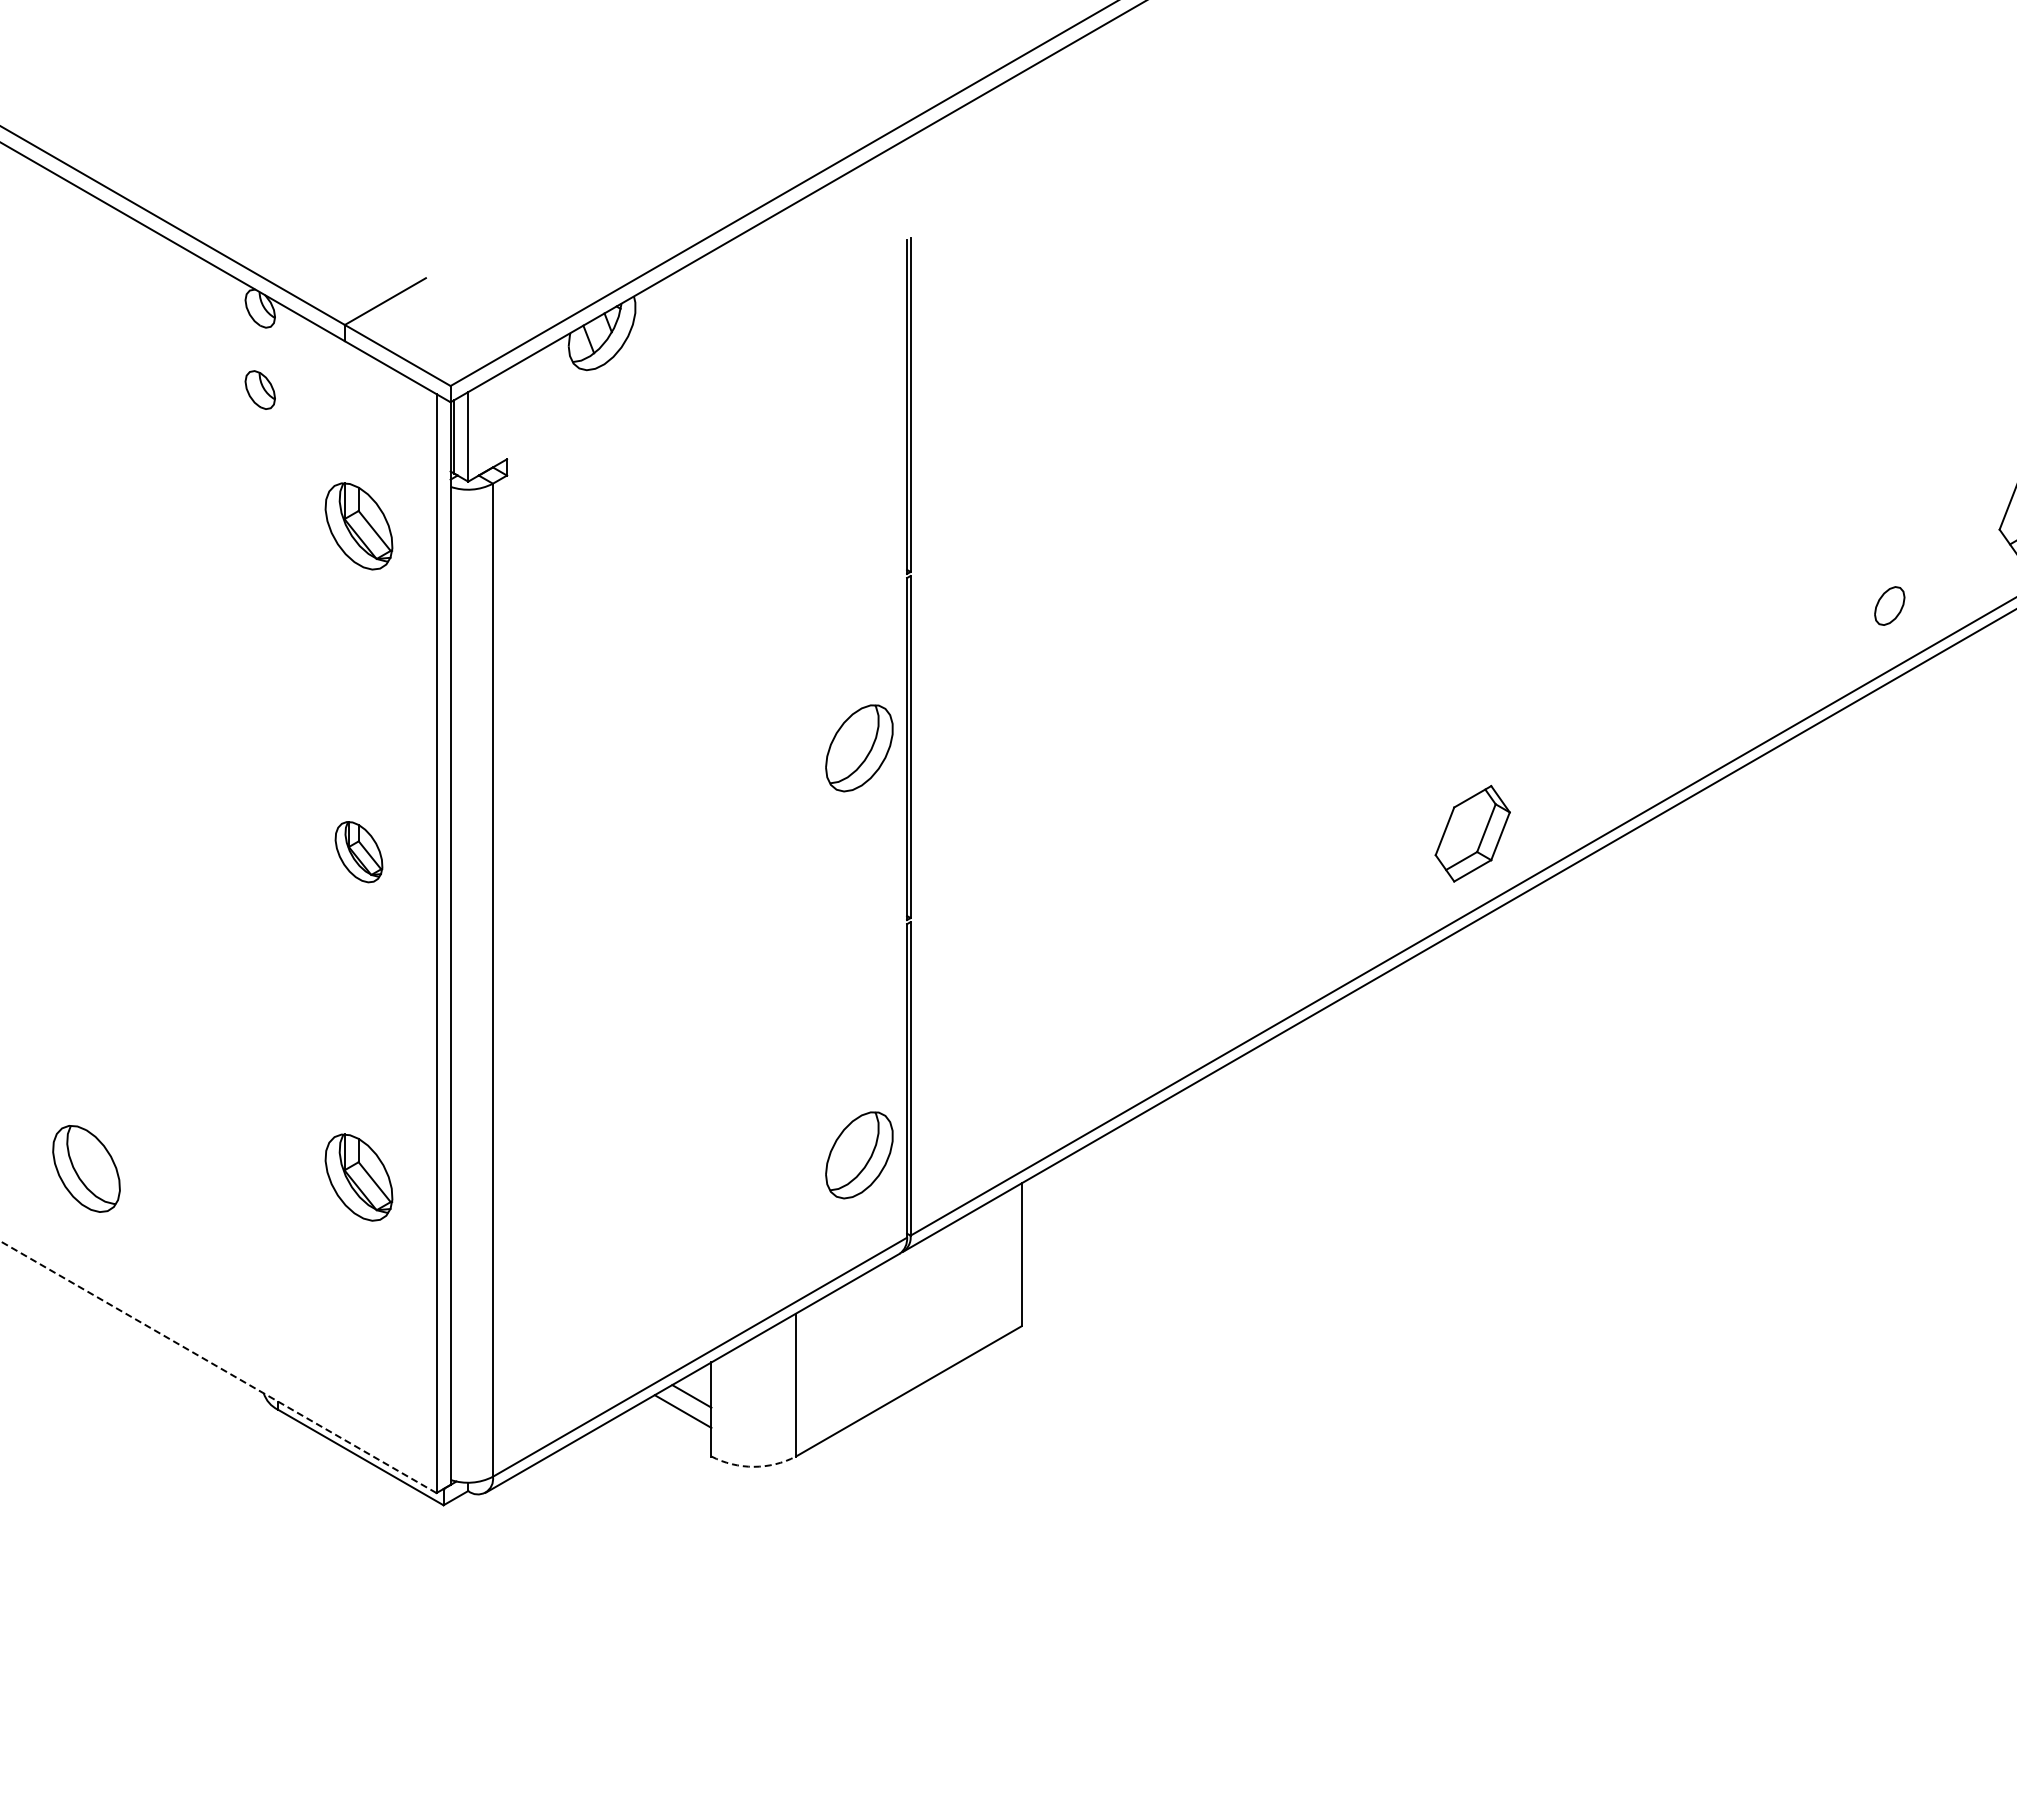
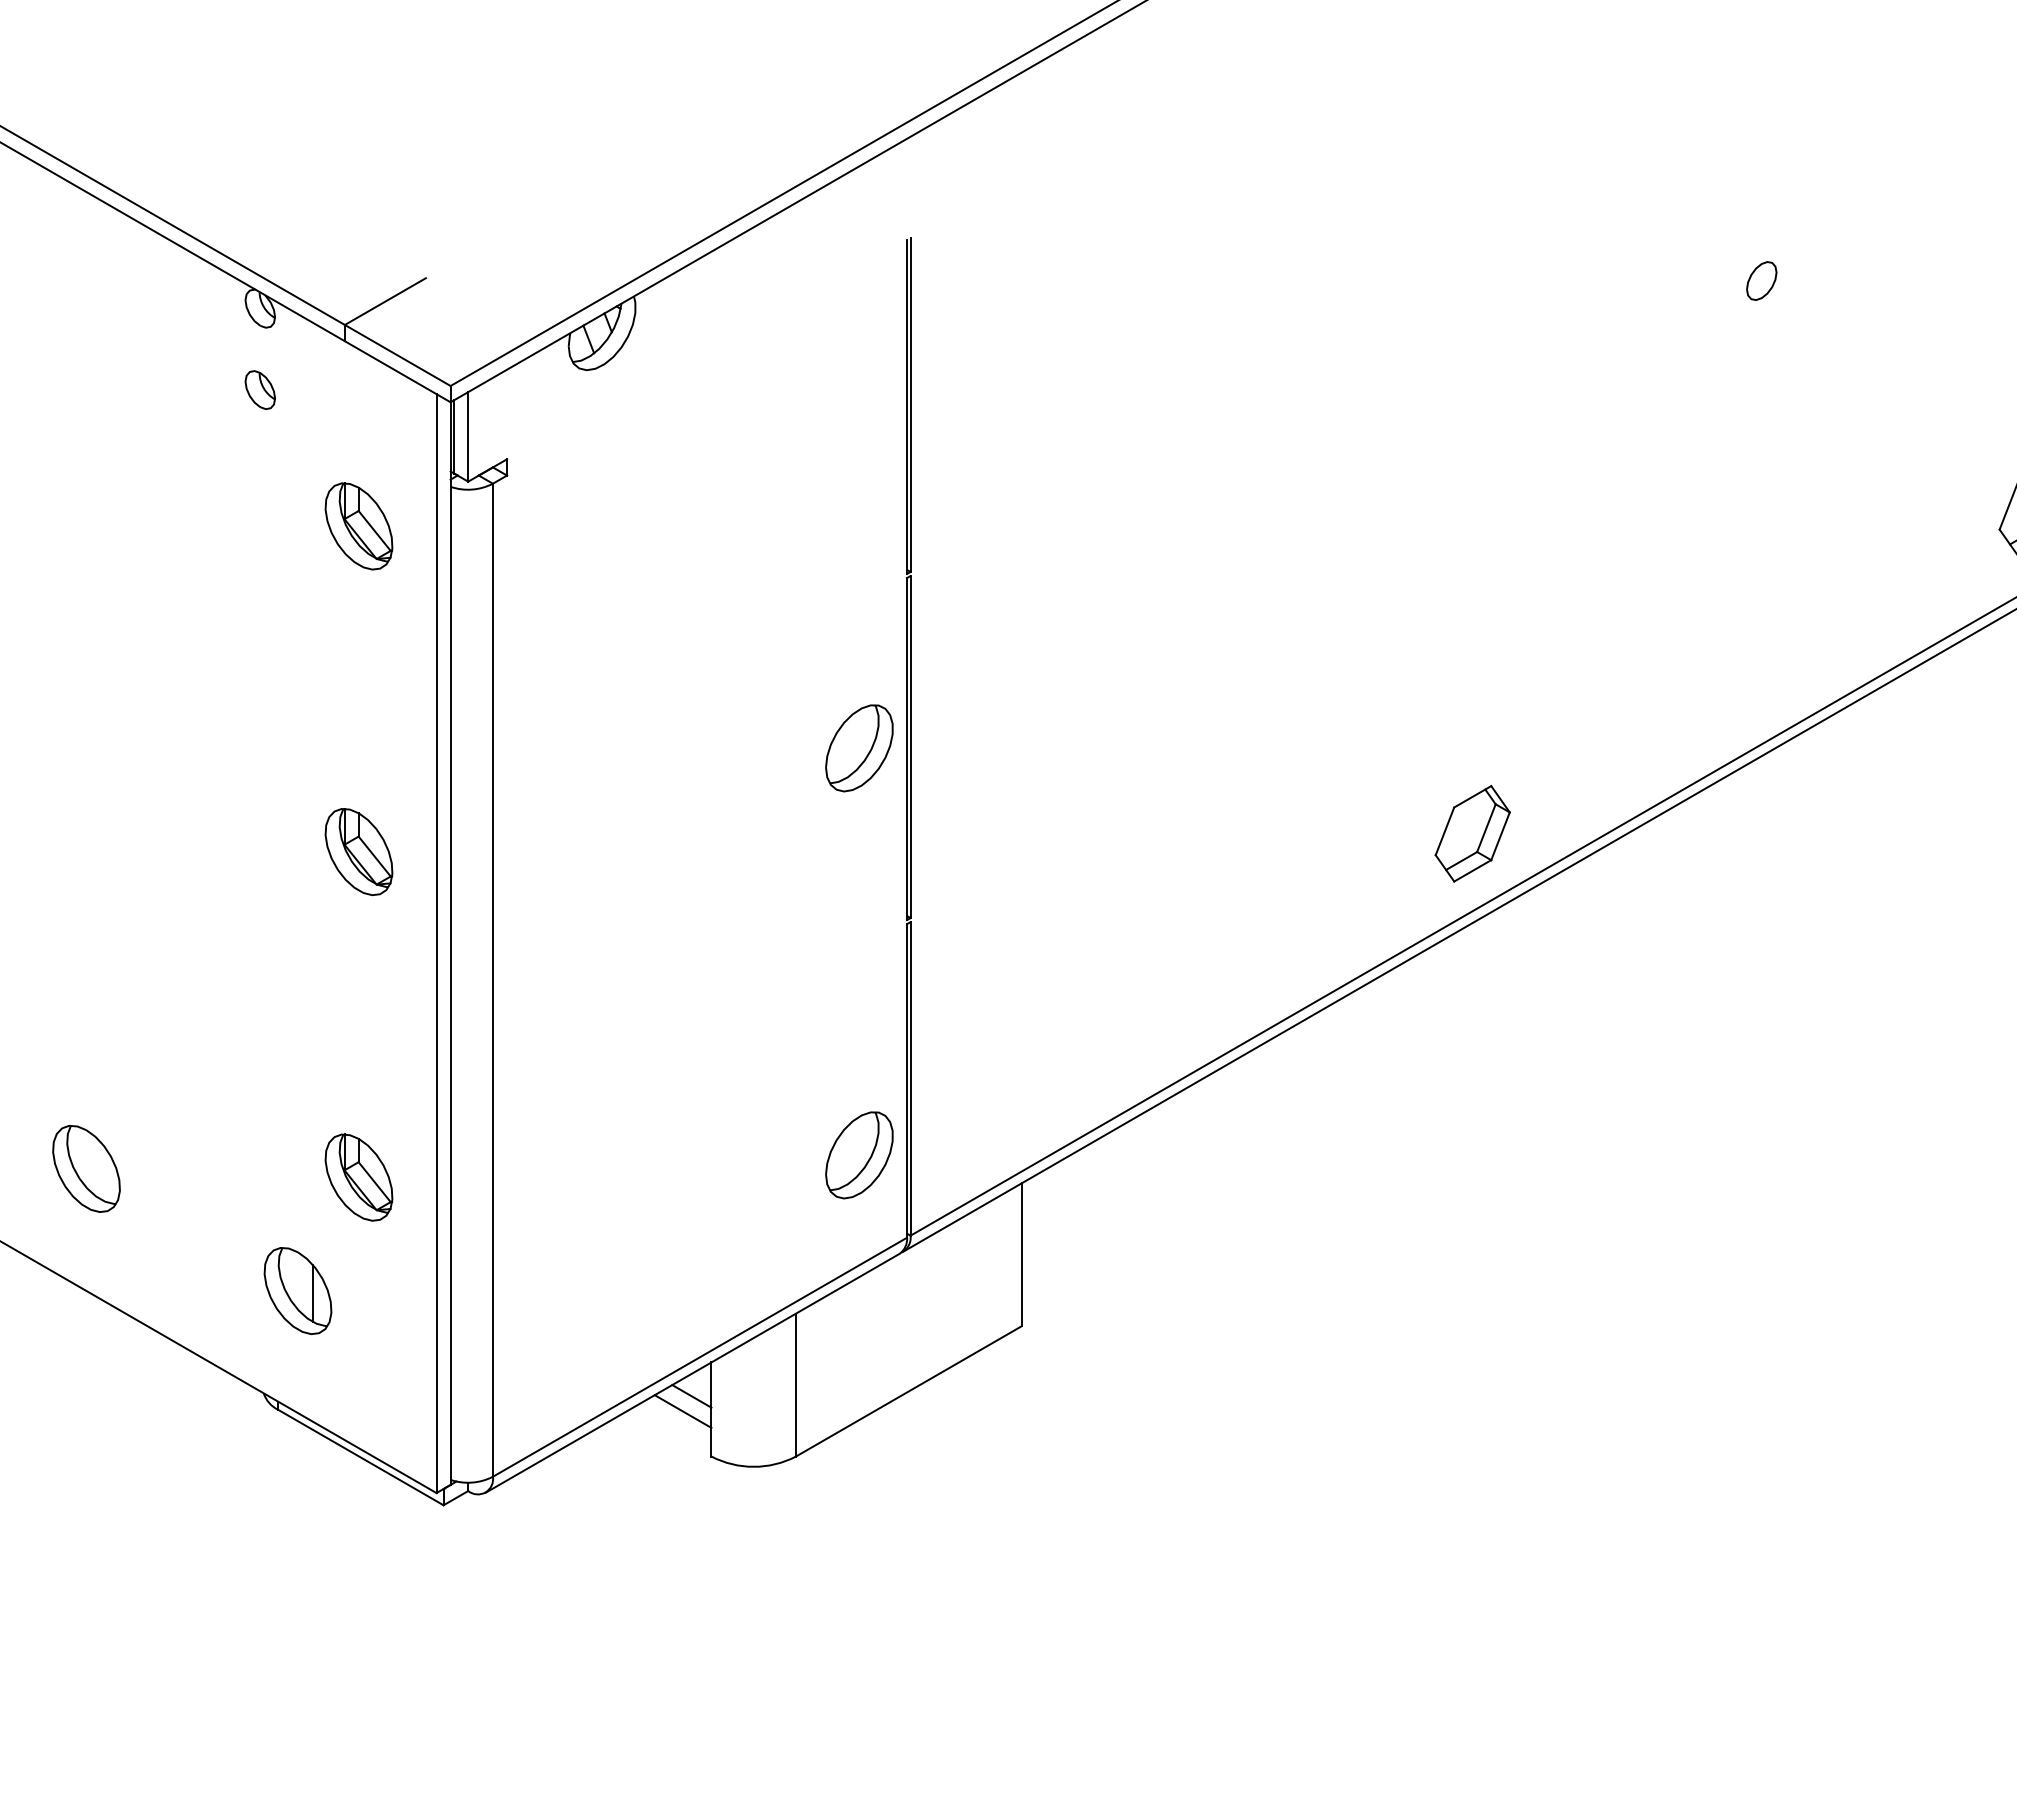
part at (1889, 605) position: (1889, 605) -> (1761, 280)
part at (358, 852) size: 50x63 px -> 70x89 px
part at (297, 1290): none -> present
line at (218, 1367): dashed -> solid
arc at (753, 1466): dashed -> solid
